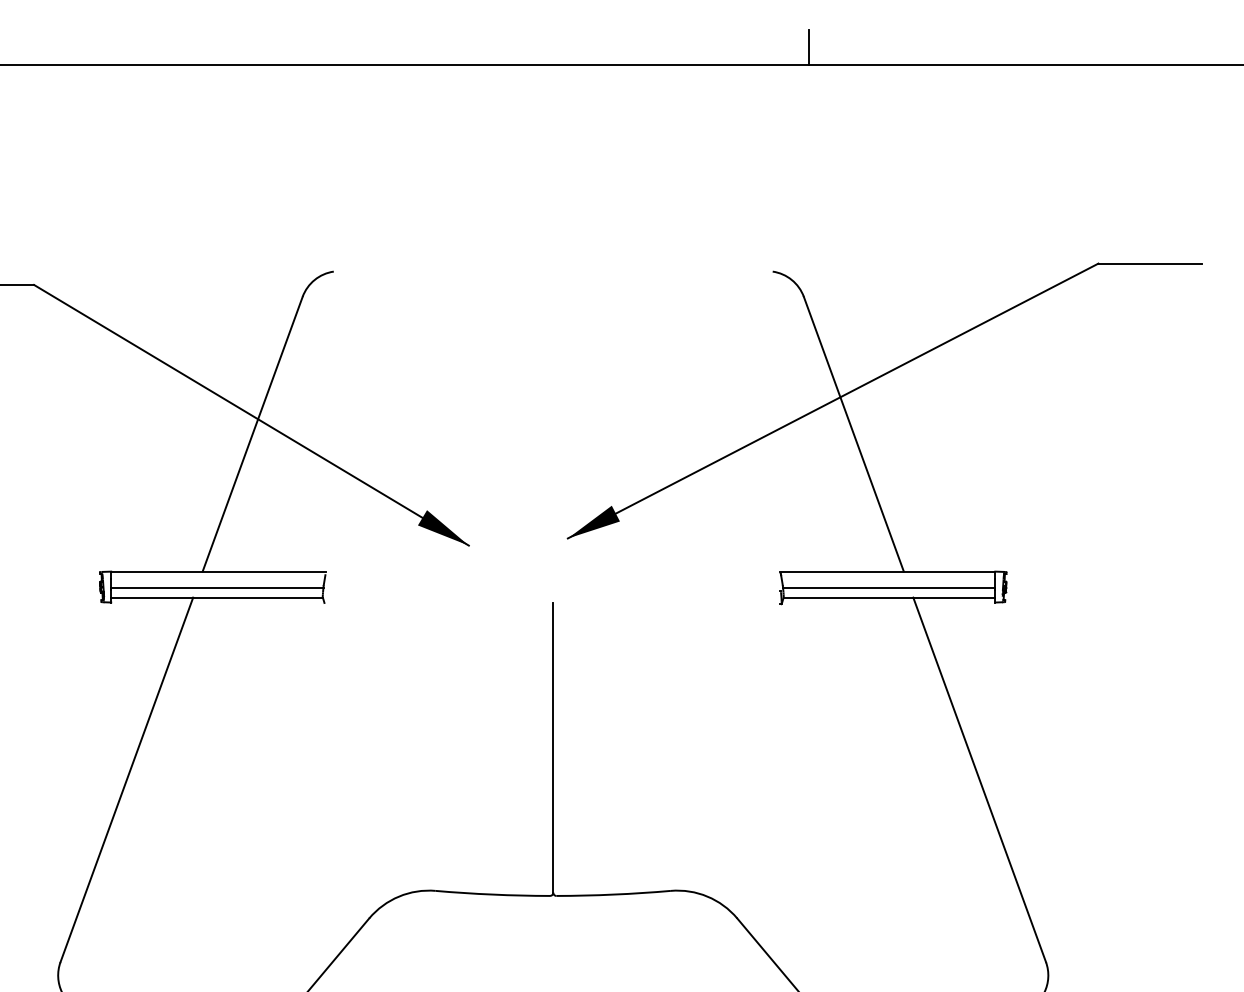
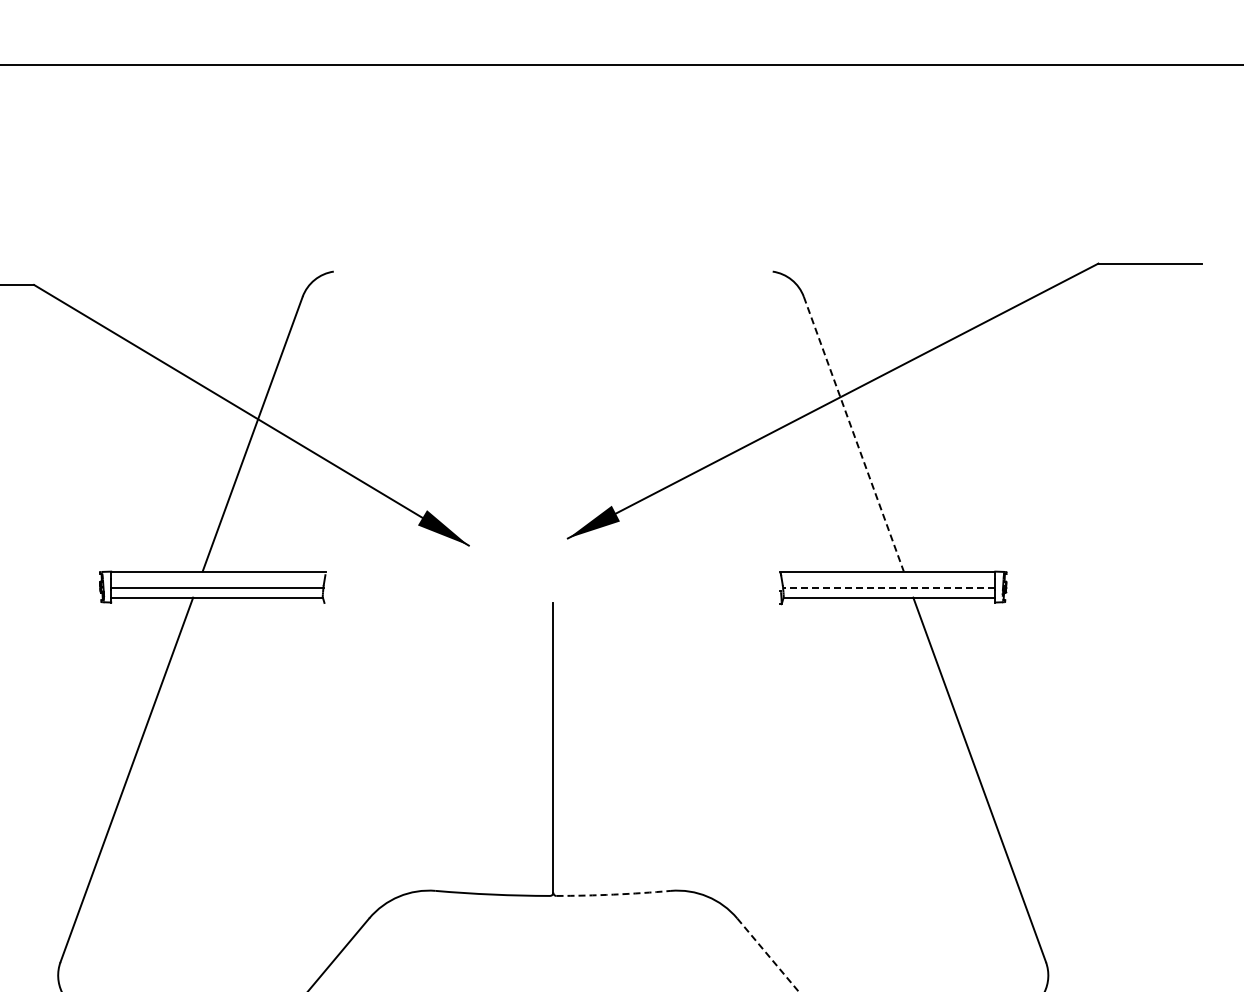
line at (809, 47): present -> none
line at (854, 434): solid -> dashed
line at (888, 587): solid -> dashed
arc at (613, 894): solid -> dashed
line at (768, 955): solid -> dashed
